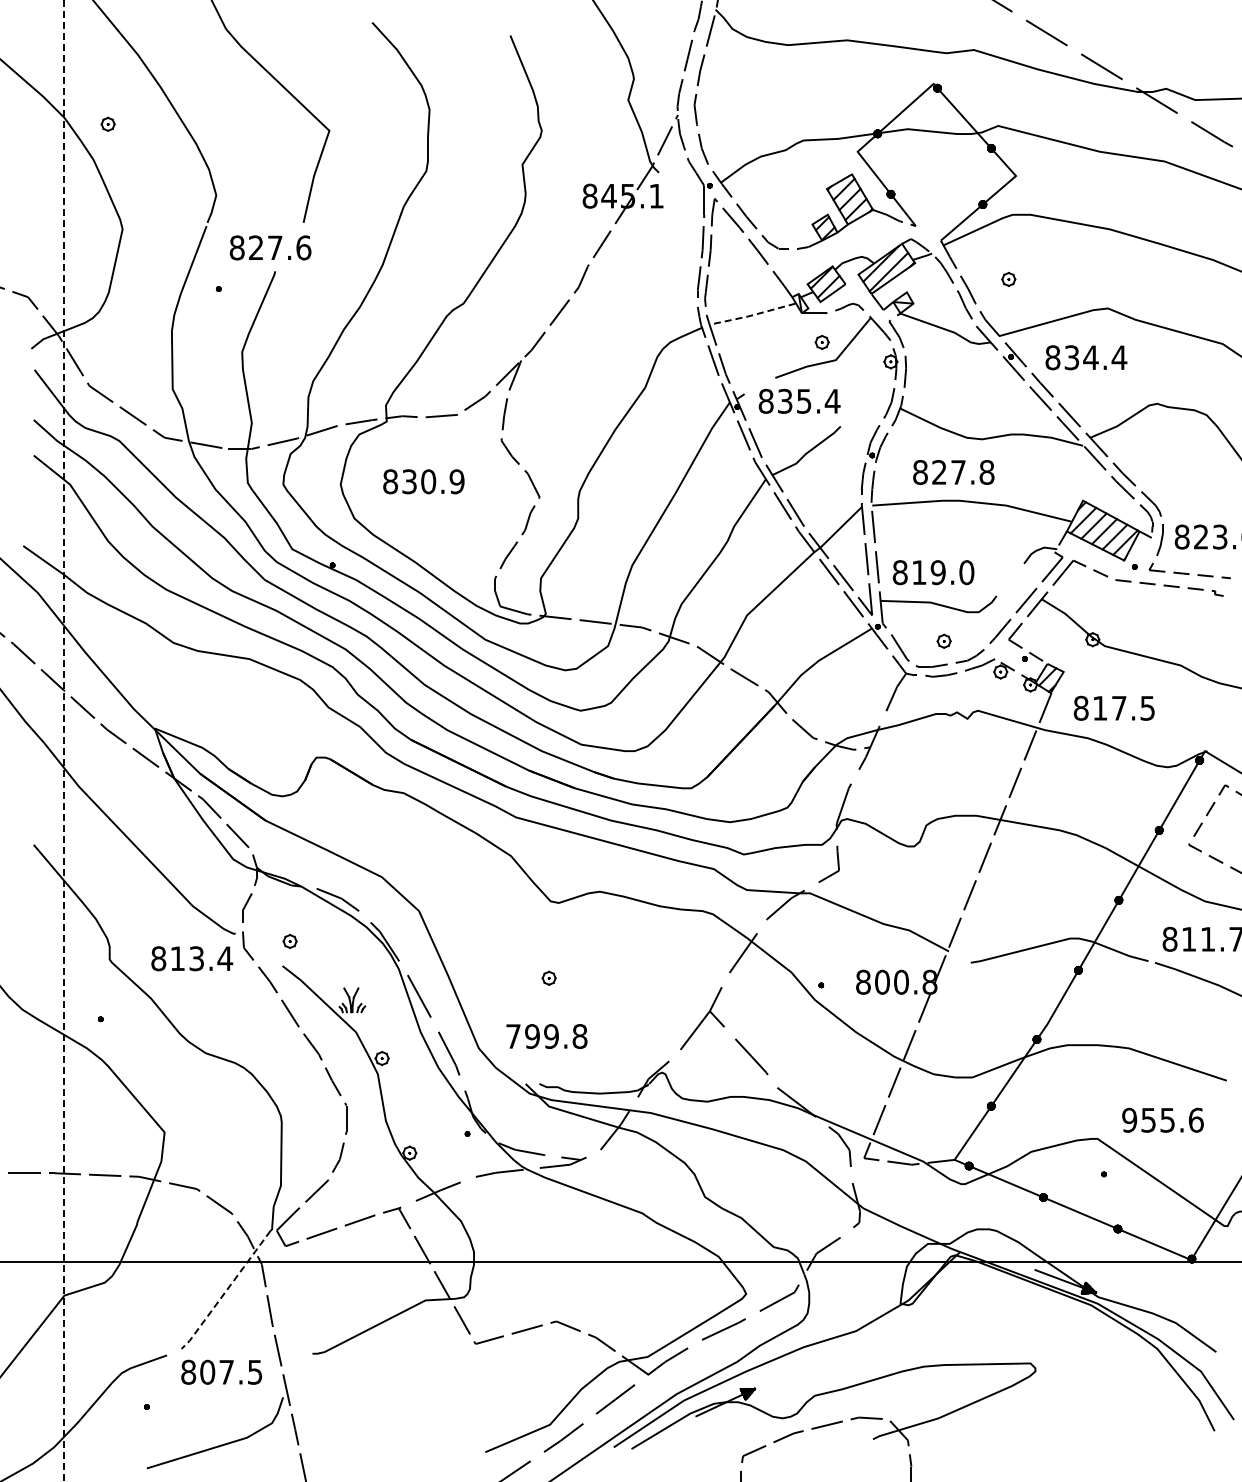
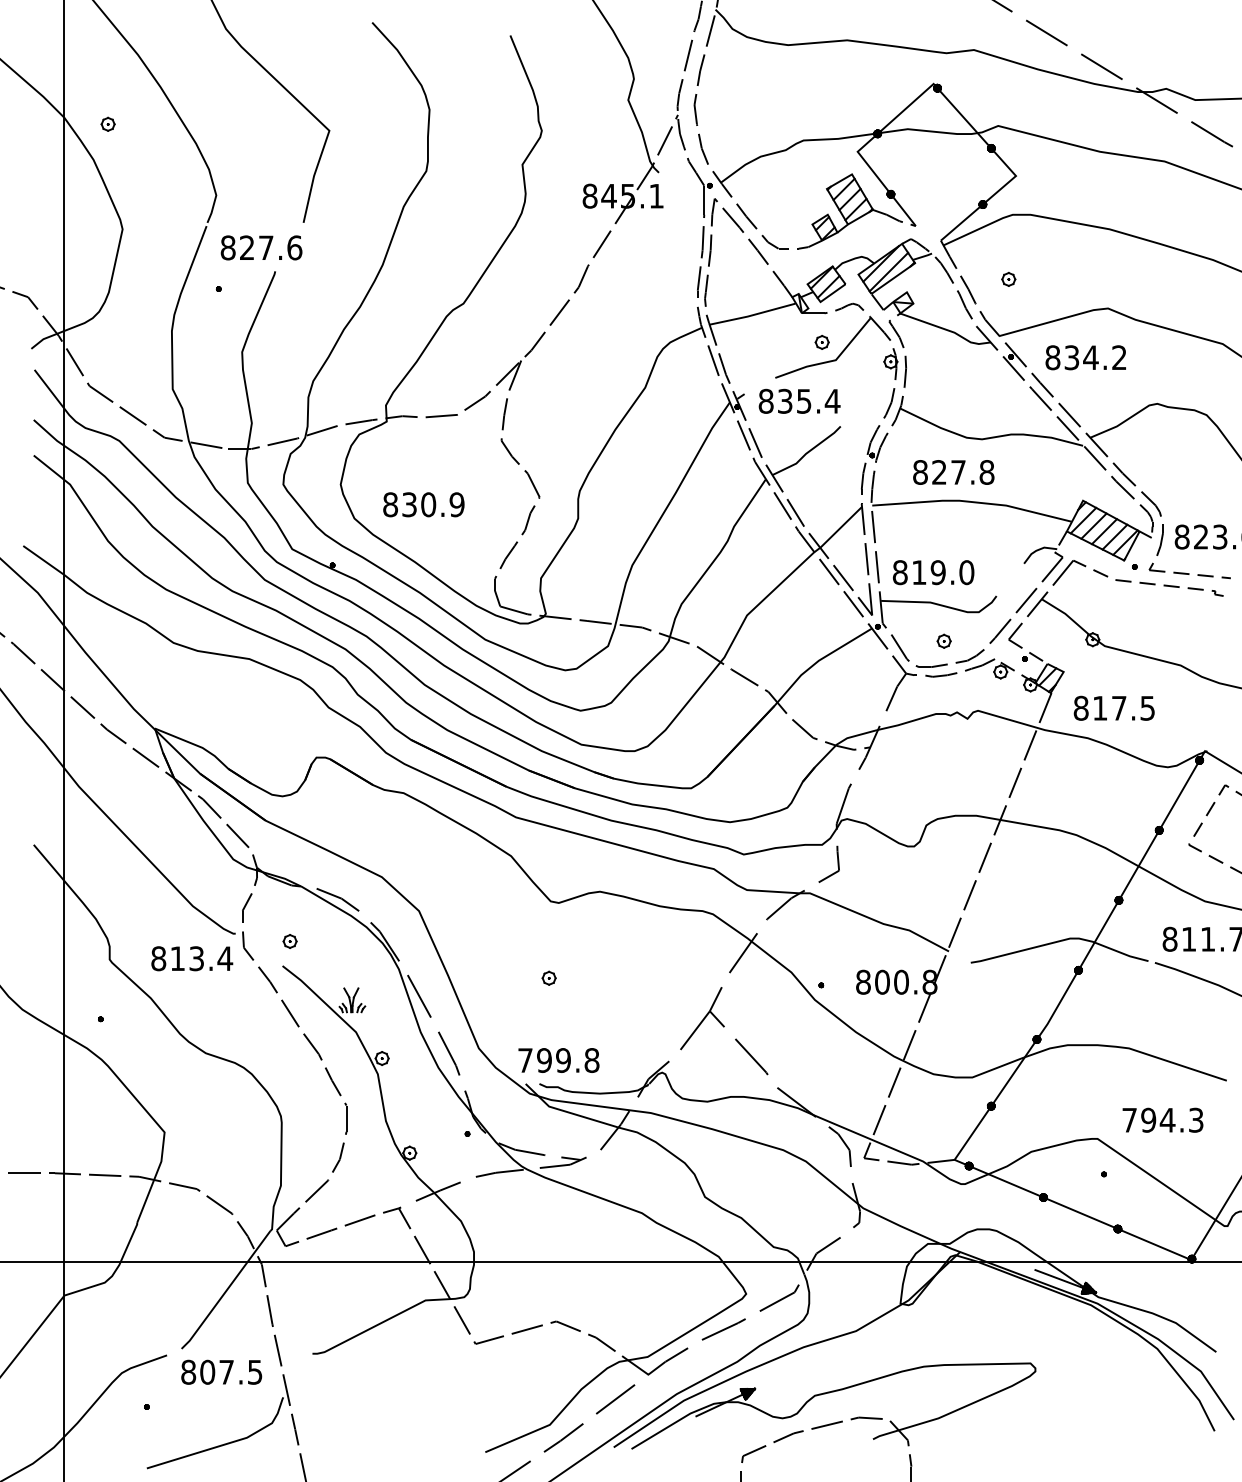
text at (270, 247) position: (270, 247) -> (261, 247)
line at (752, 315): dashed -> solid
text at (1119, 357): 834.4 -> 834.2
text at (423, 481) position: (423, 481) -> (423, 504)
line at (64, 739): dashed -> solid
text at (546, 1036) position: (546, 1036) -> (558, 1060)
text at (1162, 1119): 955.6 -> 794.3
line at (226, 1291): dashed -> solid
